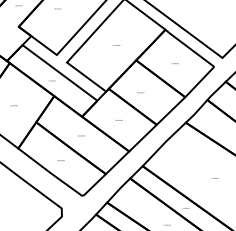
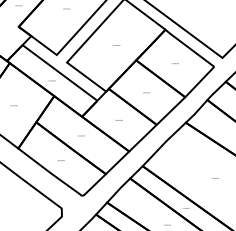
text at (57, 8) position: (57, 8) -> (66, 8)
text at (140, 92) position: (140, 92) -> (146, 92)
